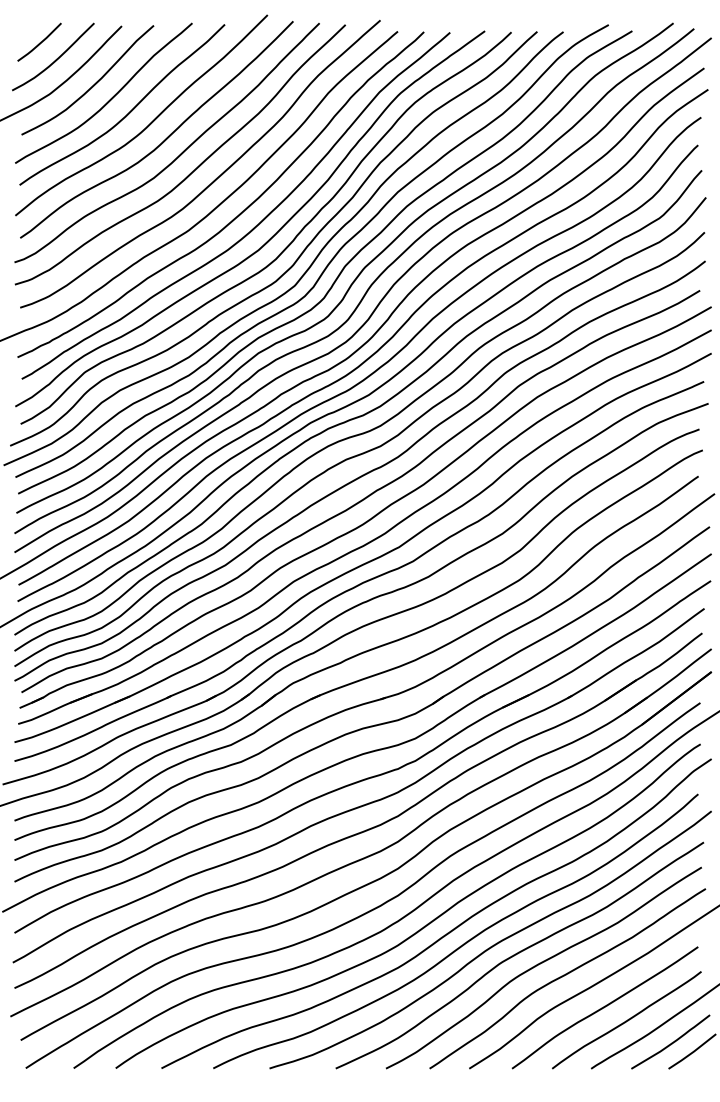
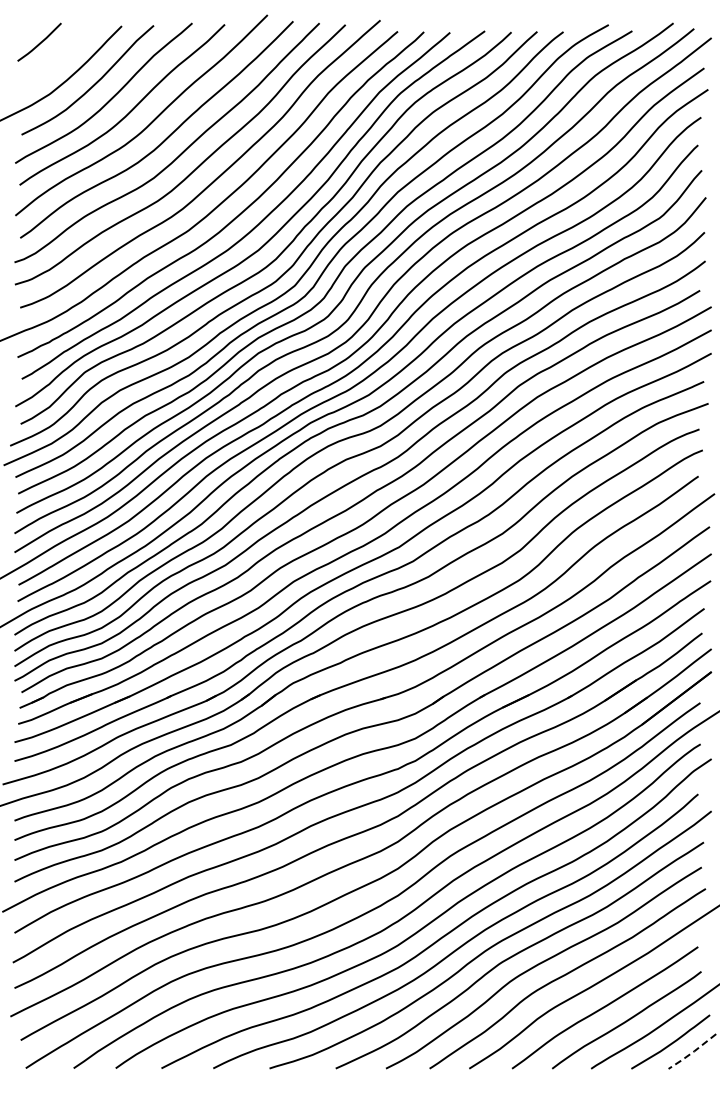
curve at (56, 58): present -> none
line at (692, 1052): solid -> dashed
